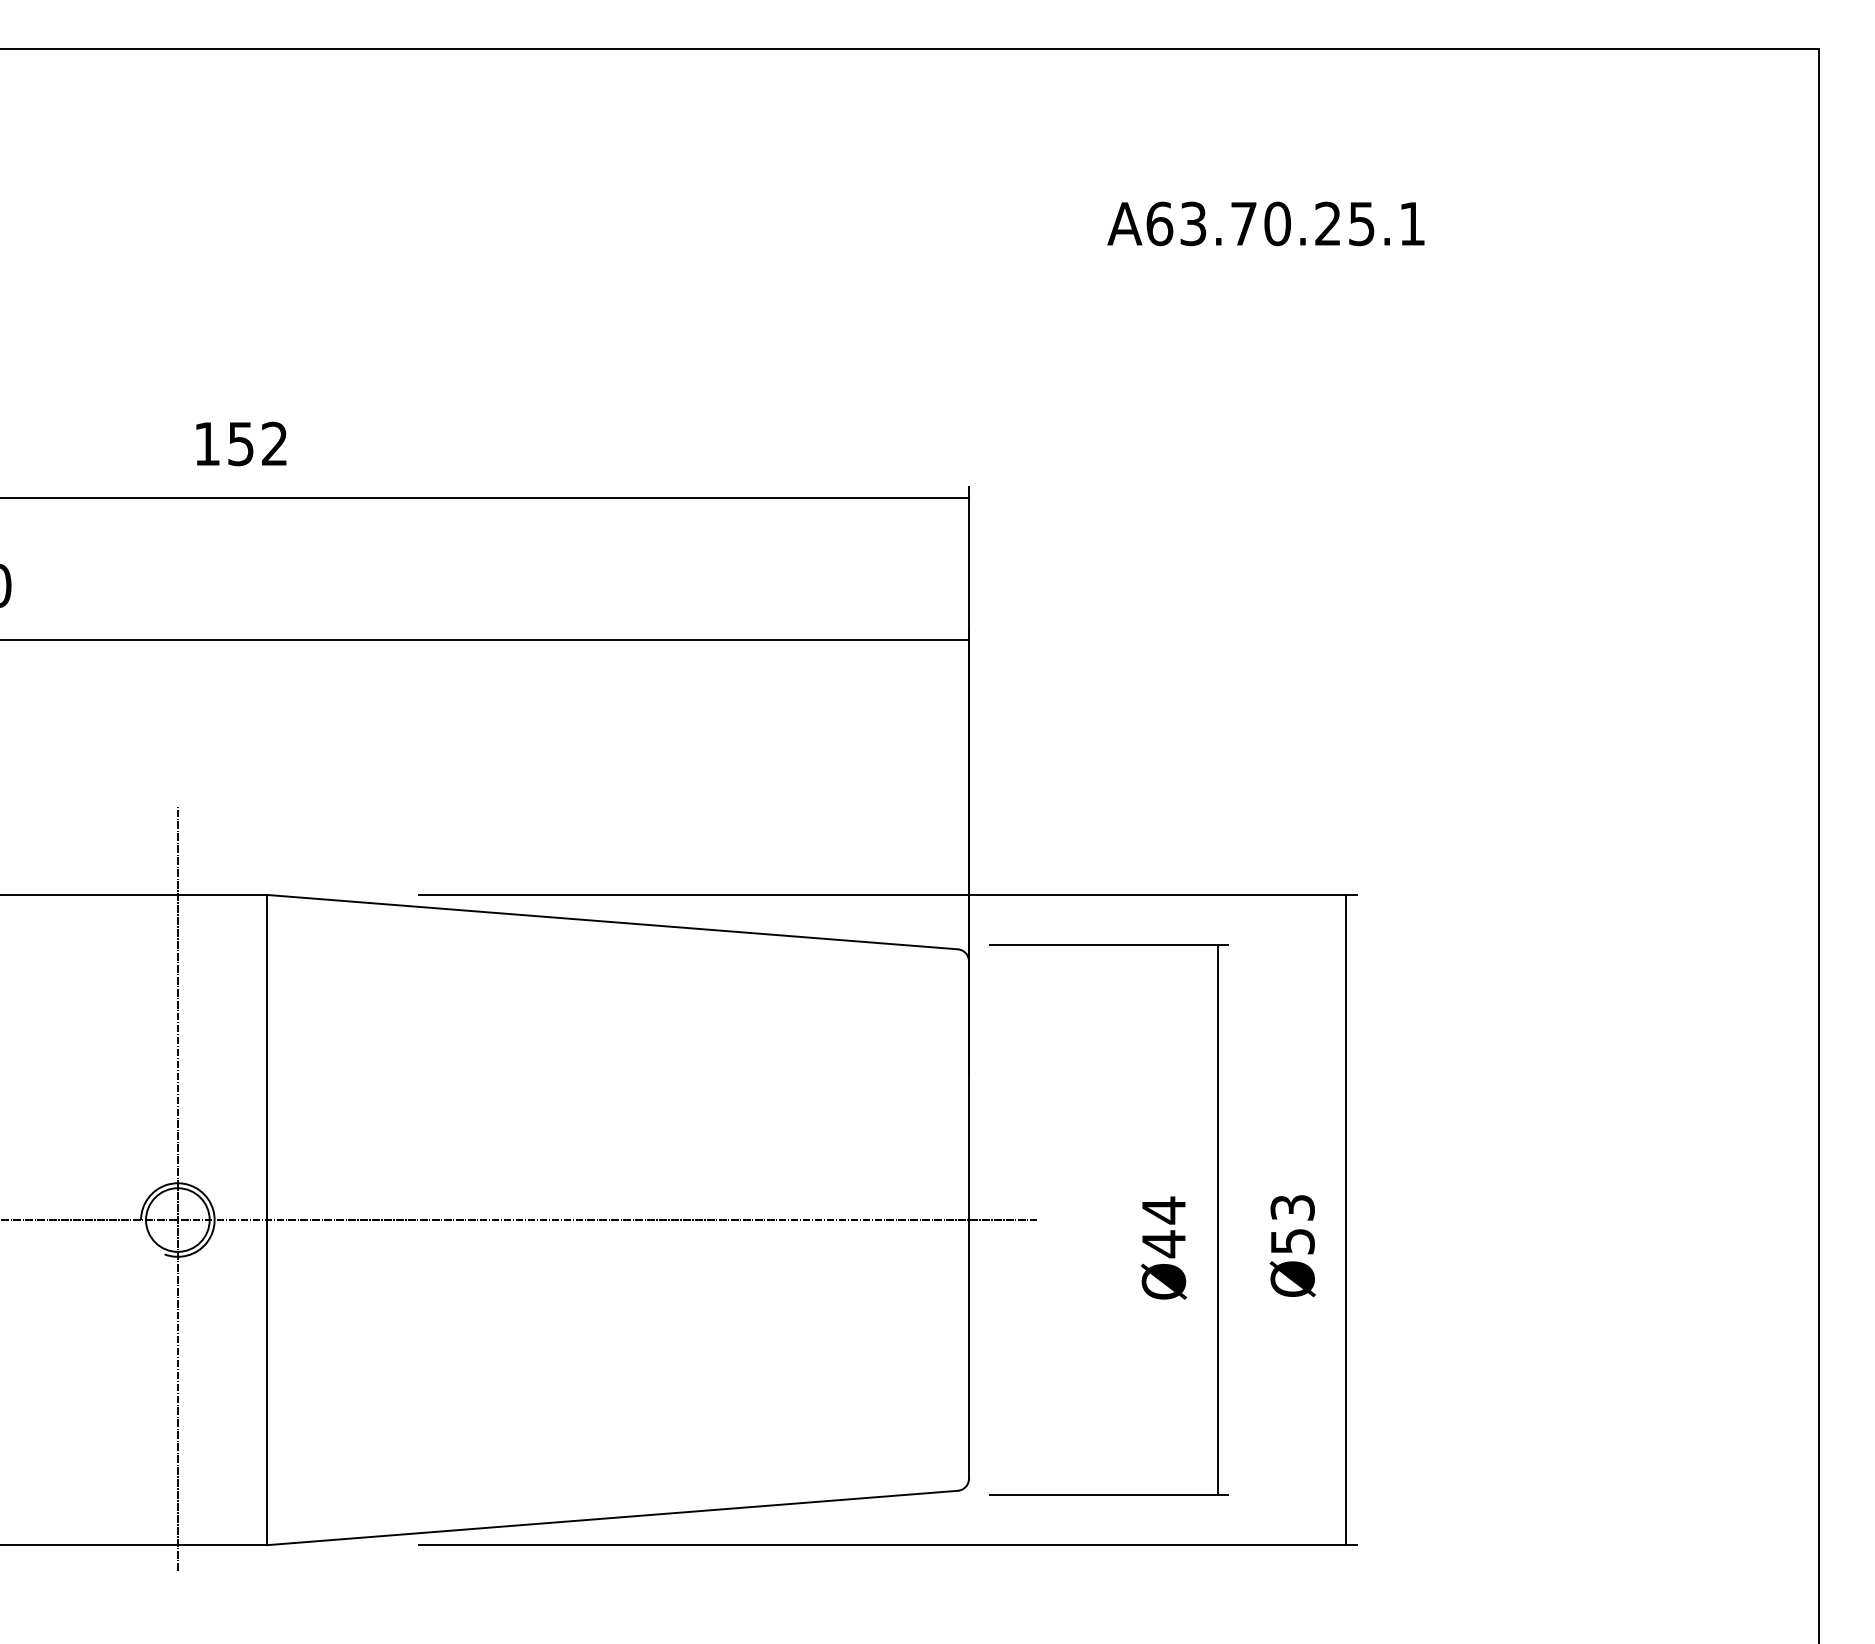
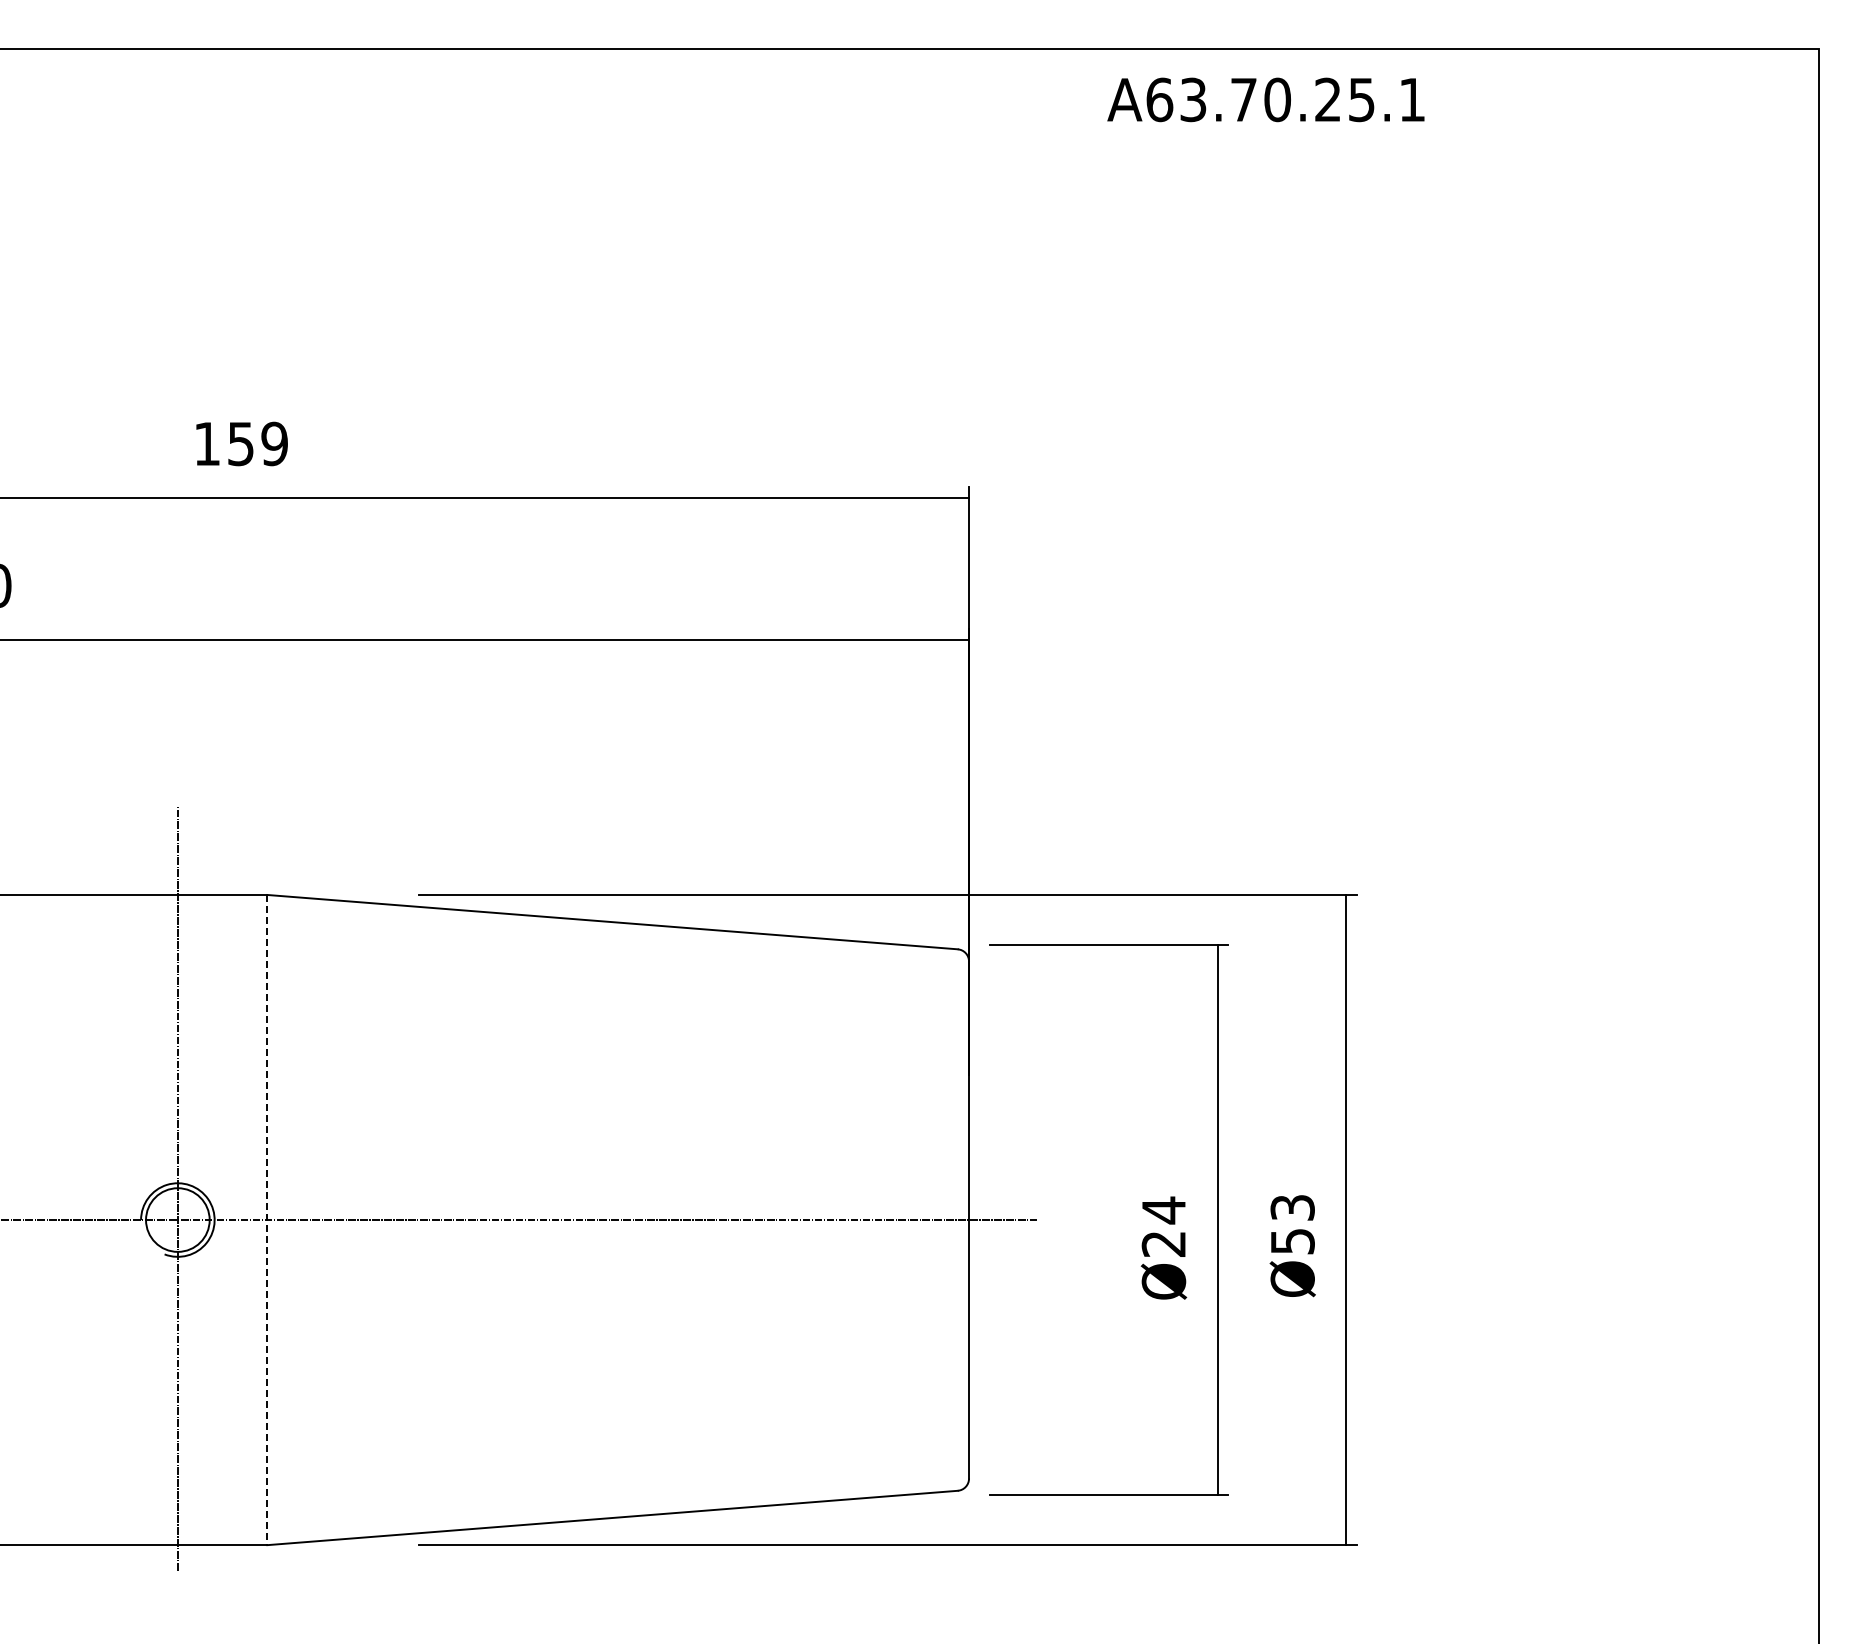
text at (1265, 223) position: (1265, 223) -> (1265, 99)
text at (274, 443): 152 -> 159
line at (267, 1220): solid -> dashed
text at (1163, 1244): Ø44 -> Ø24
